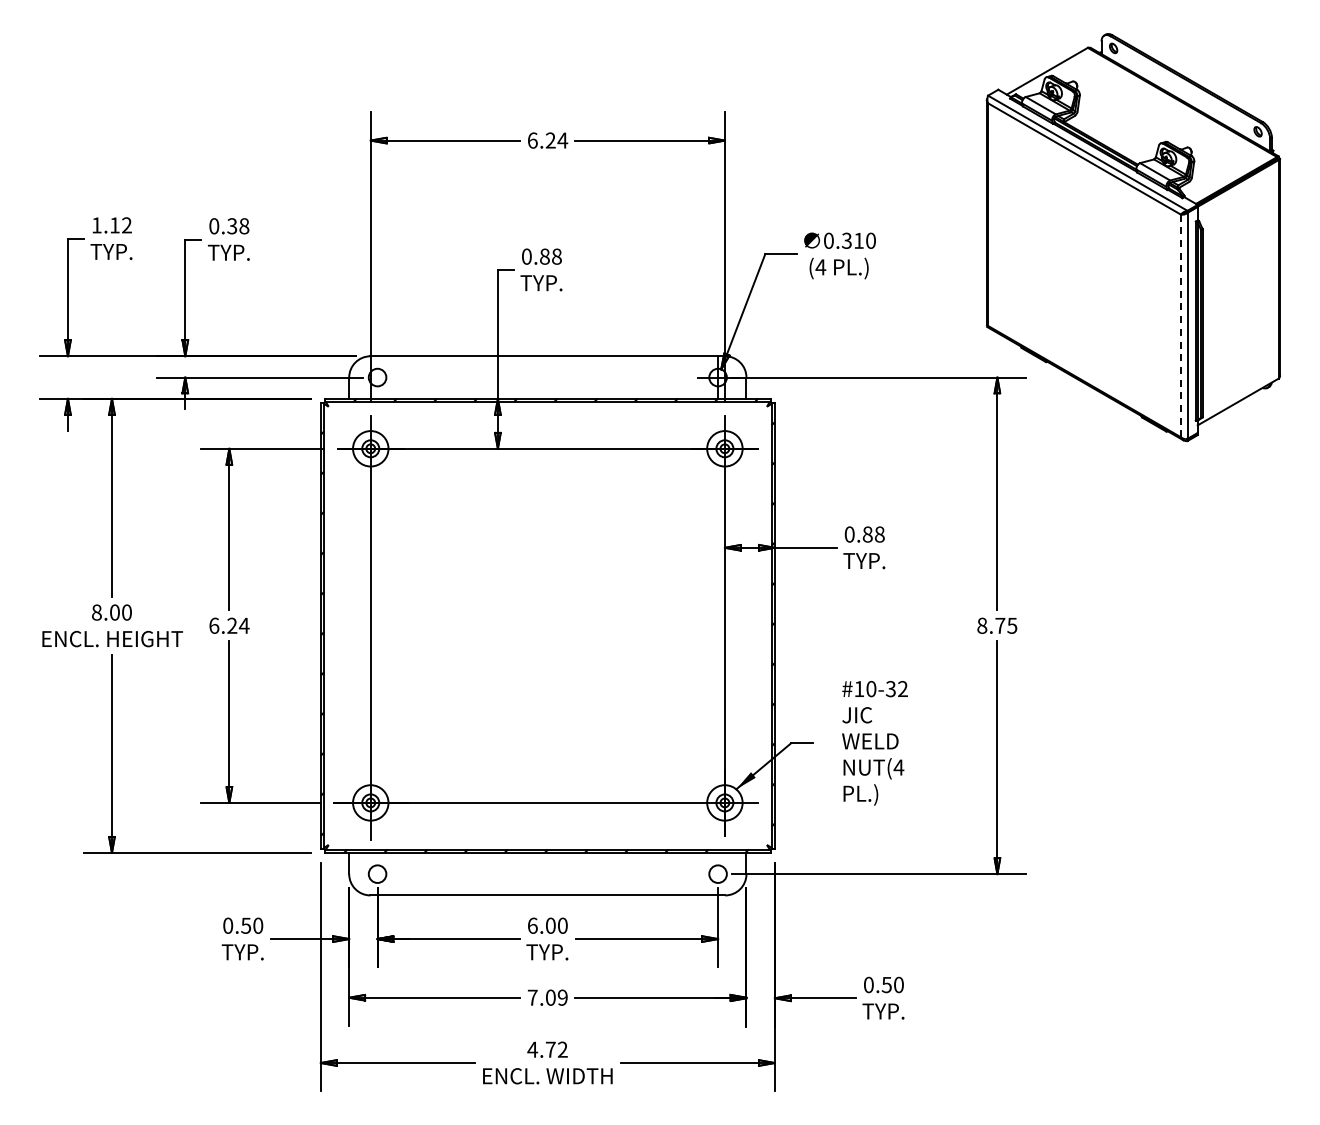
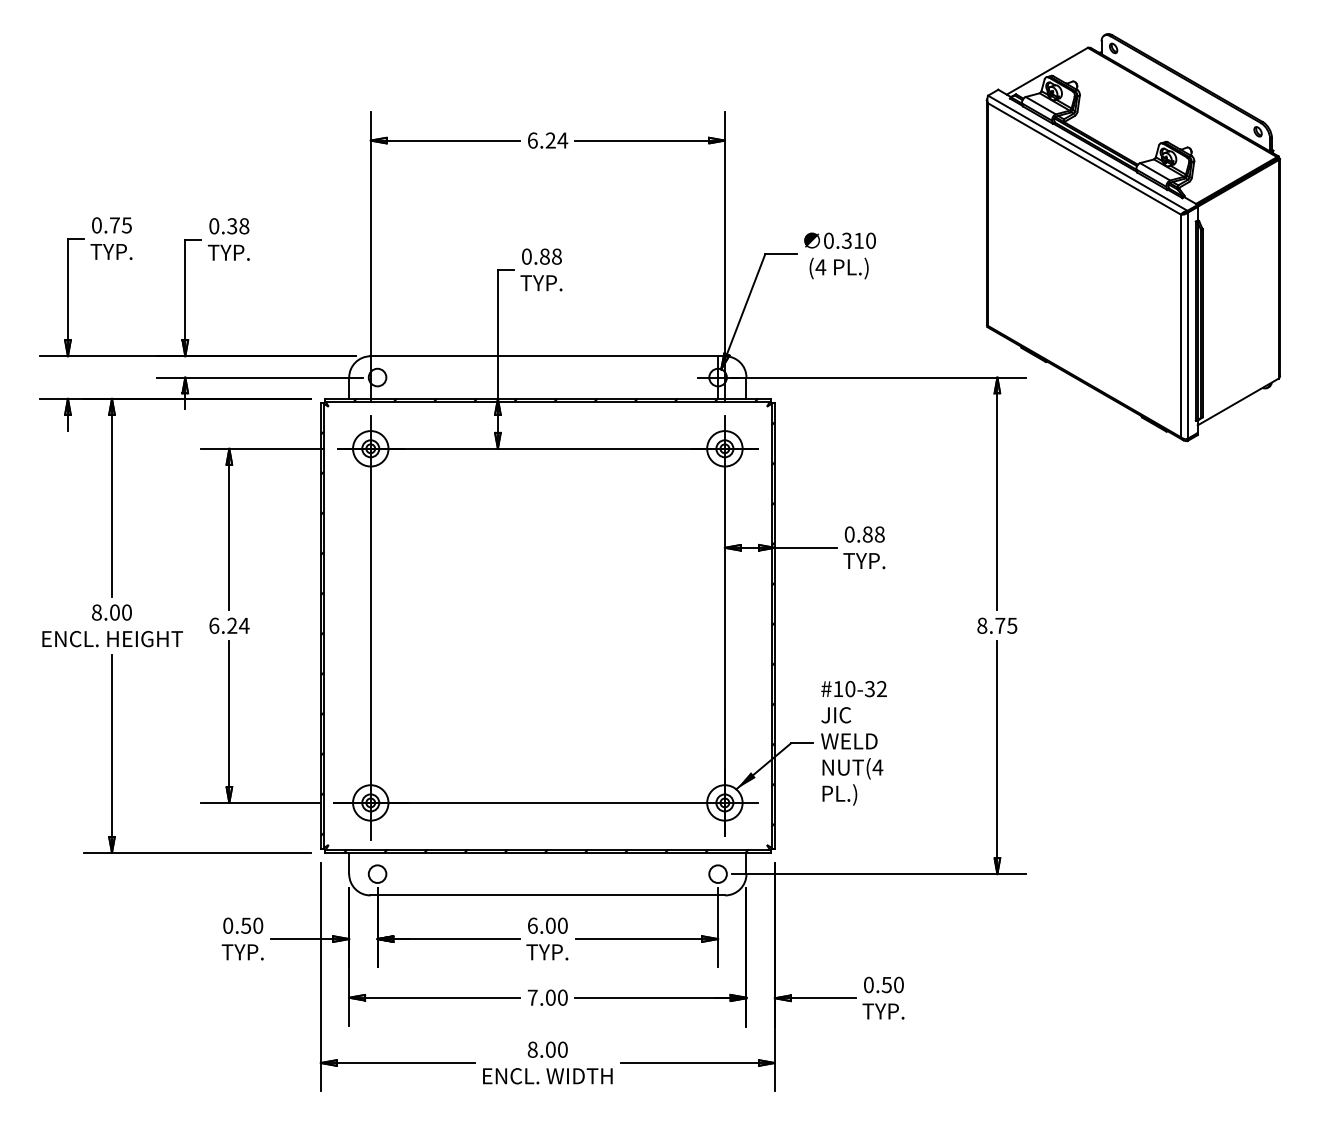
text at (111, 225): 1.12 -> 0.75
line at (1180, 325): dashed -> solid
text at (874, 743) position: (874, 743) -> (853, 743)
text at (562, 997): 7.09 -> 7.00
text at (547, 1049): 4.72 -> 8.00
